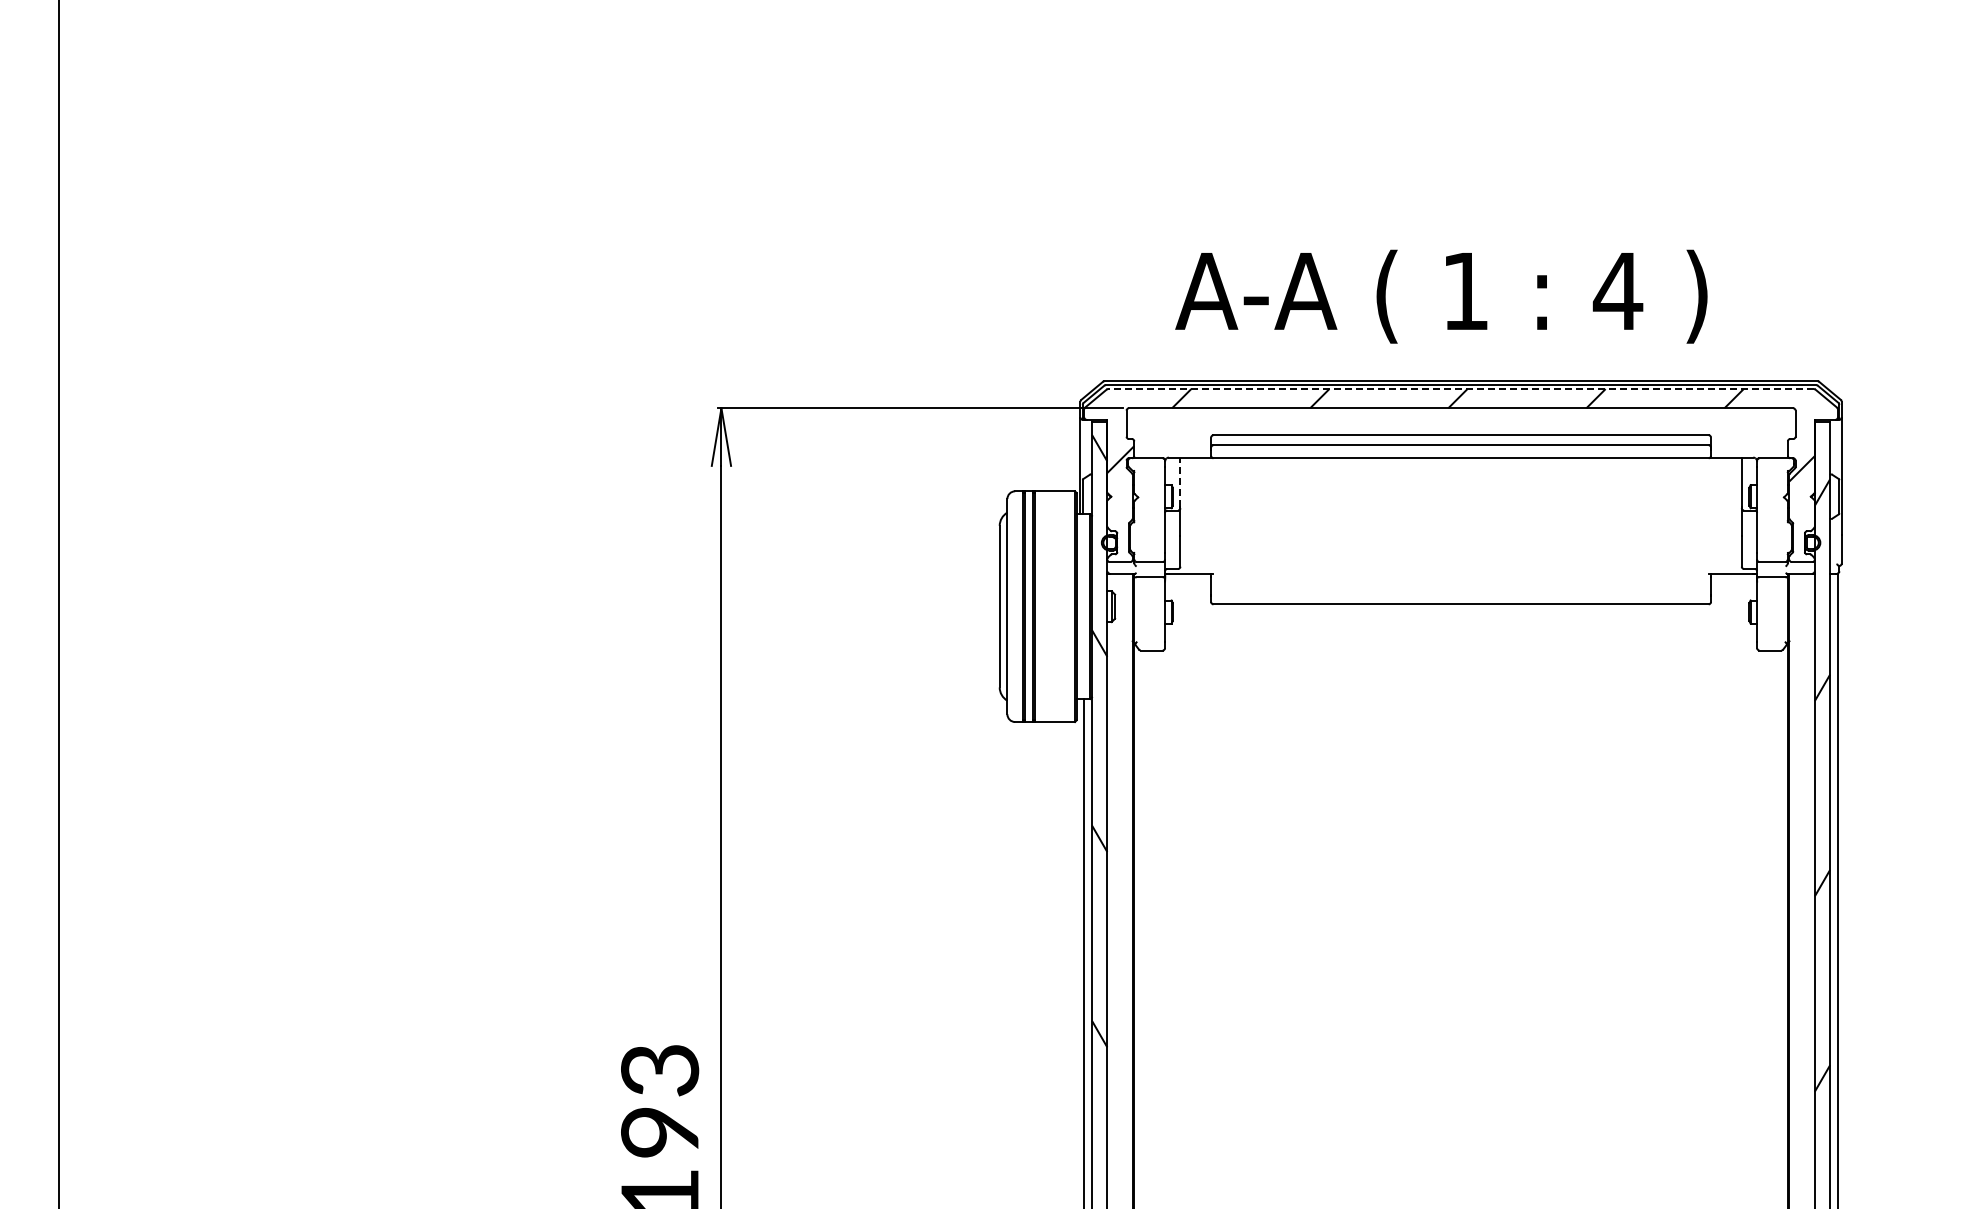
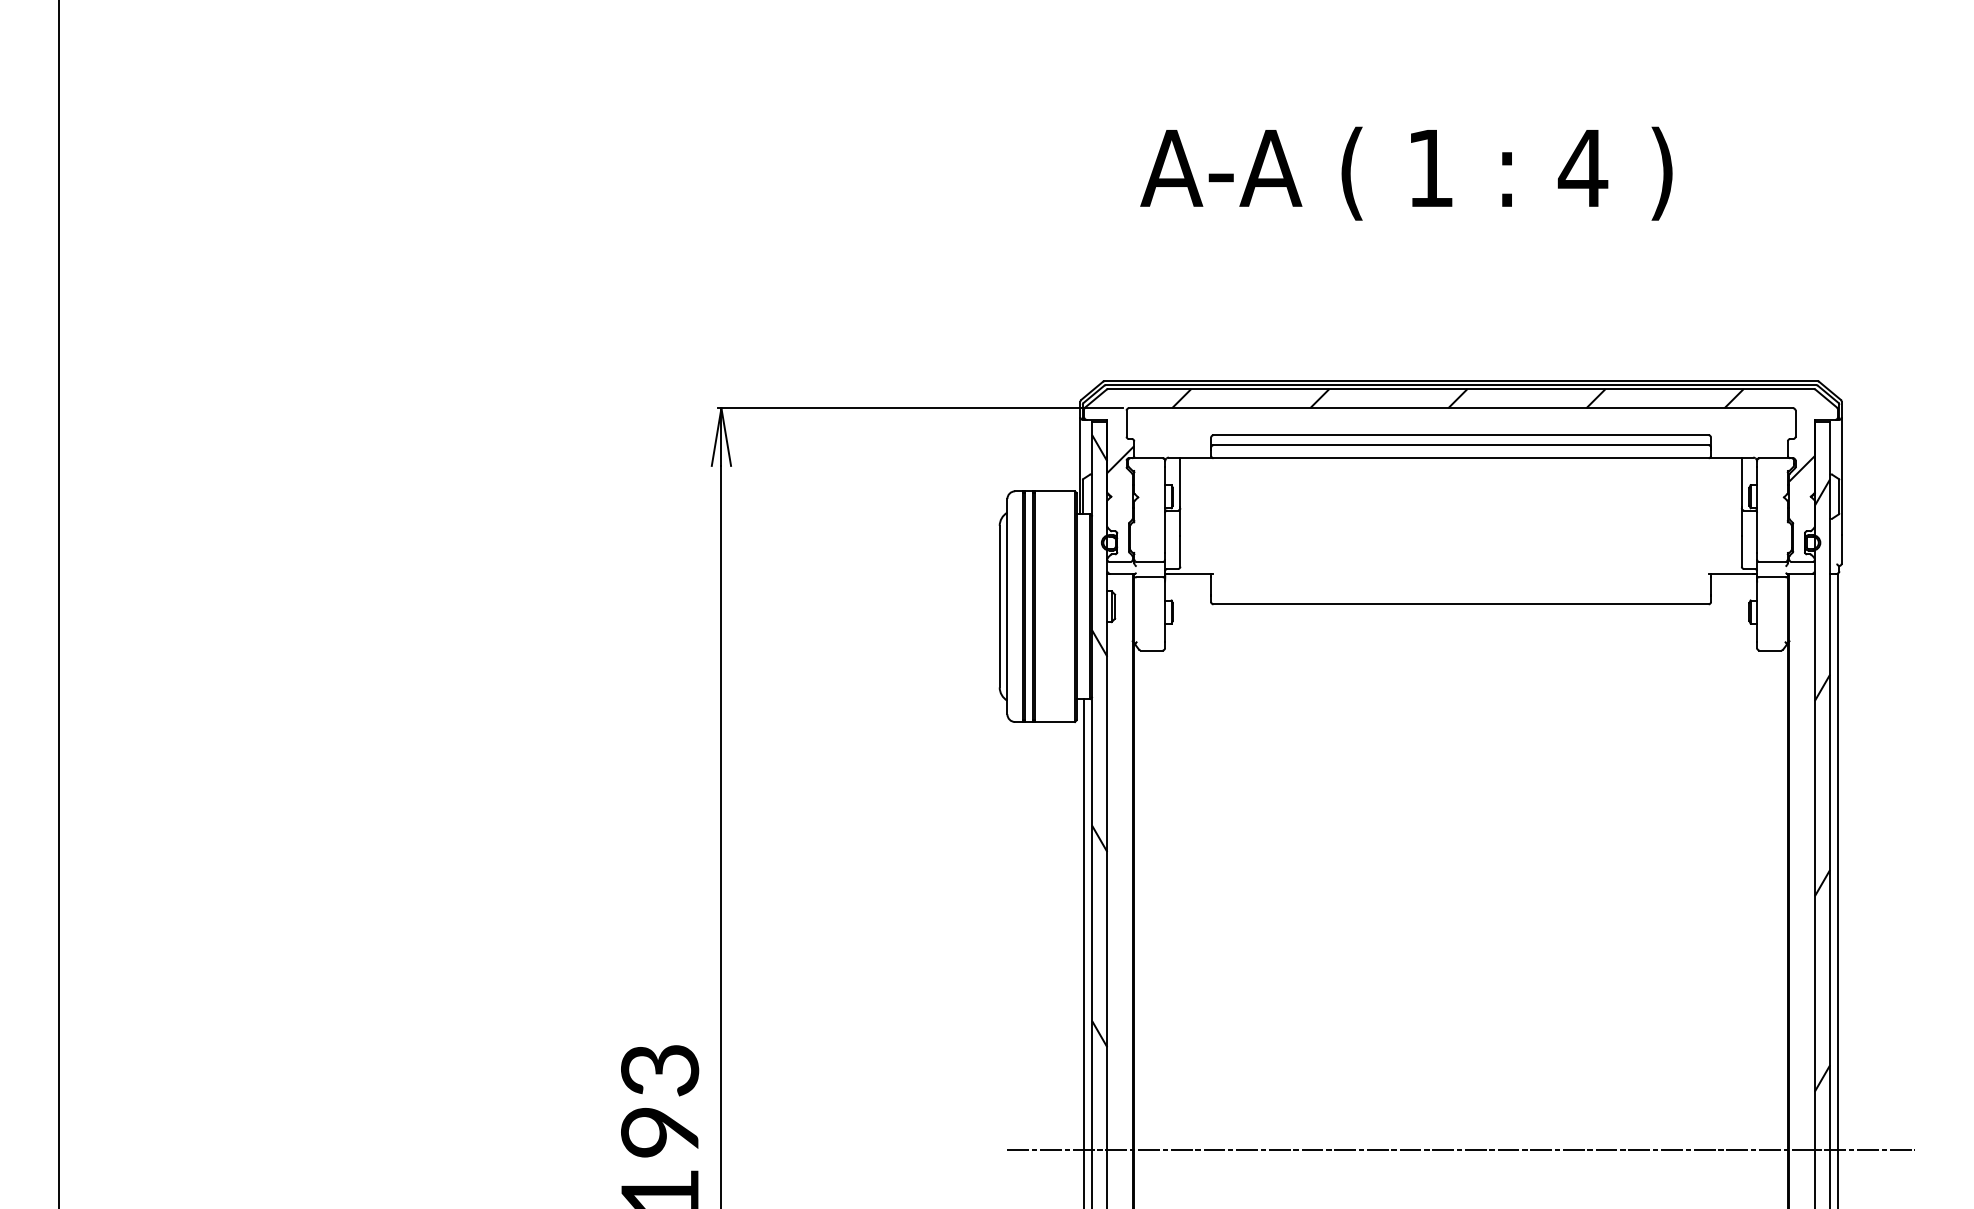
text at (1441, 296) position: (1441, 296) -> (1406, 173)
line at (1461, 389): dashed -> solid
line at (1180, 482): dashed -> solid
line at (1460, 1150): none -> present
